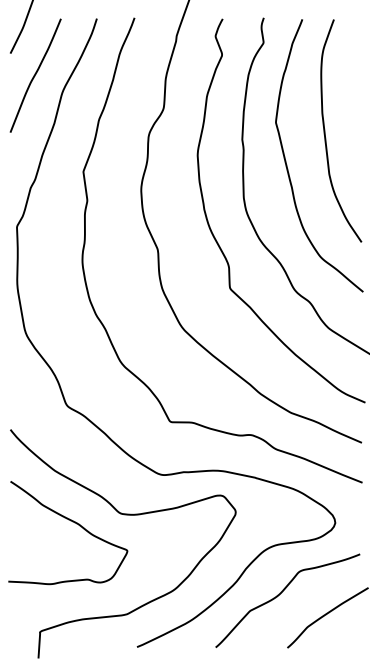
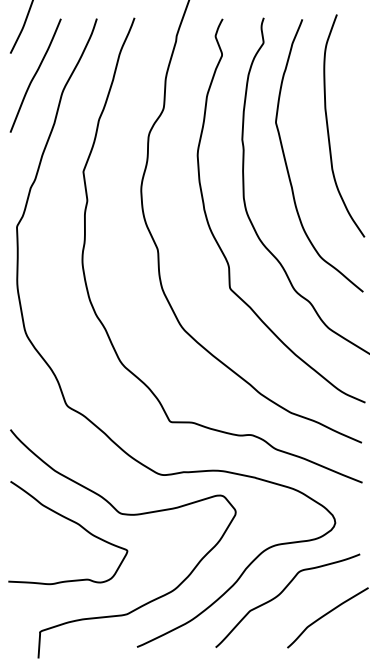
curve at (325, 130) position: (325, 130) -> (328, 125)
